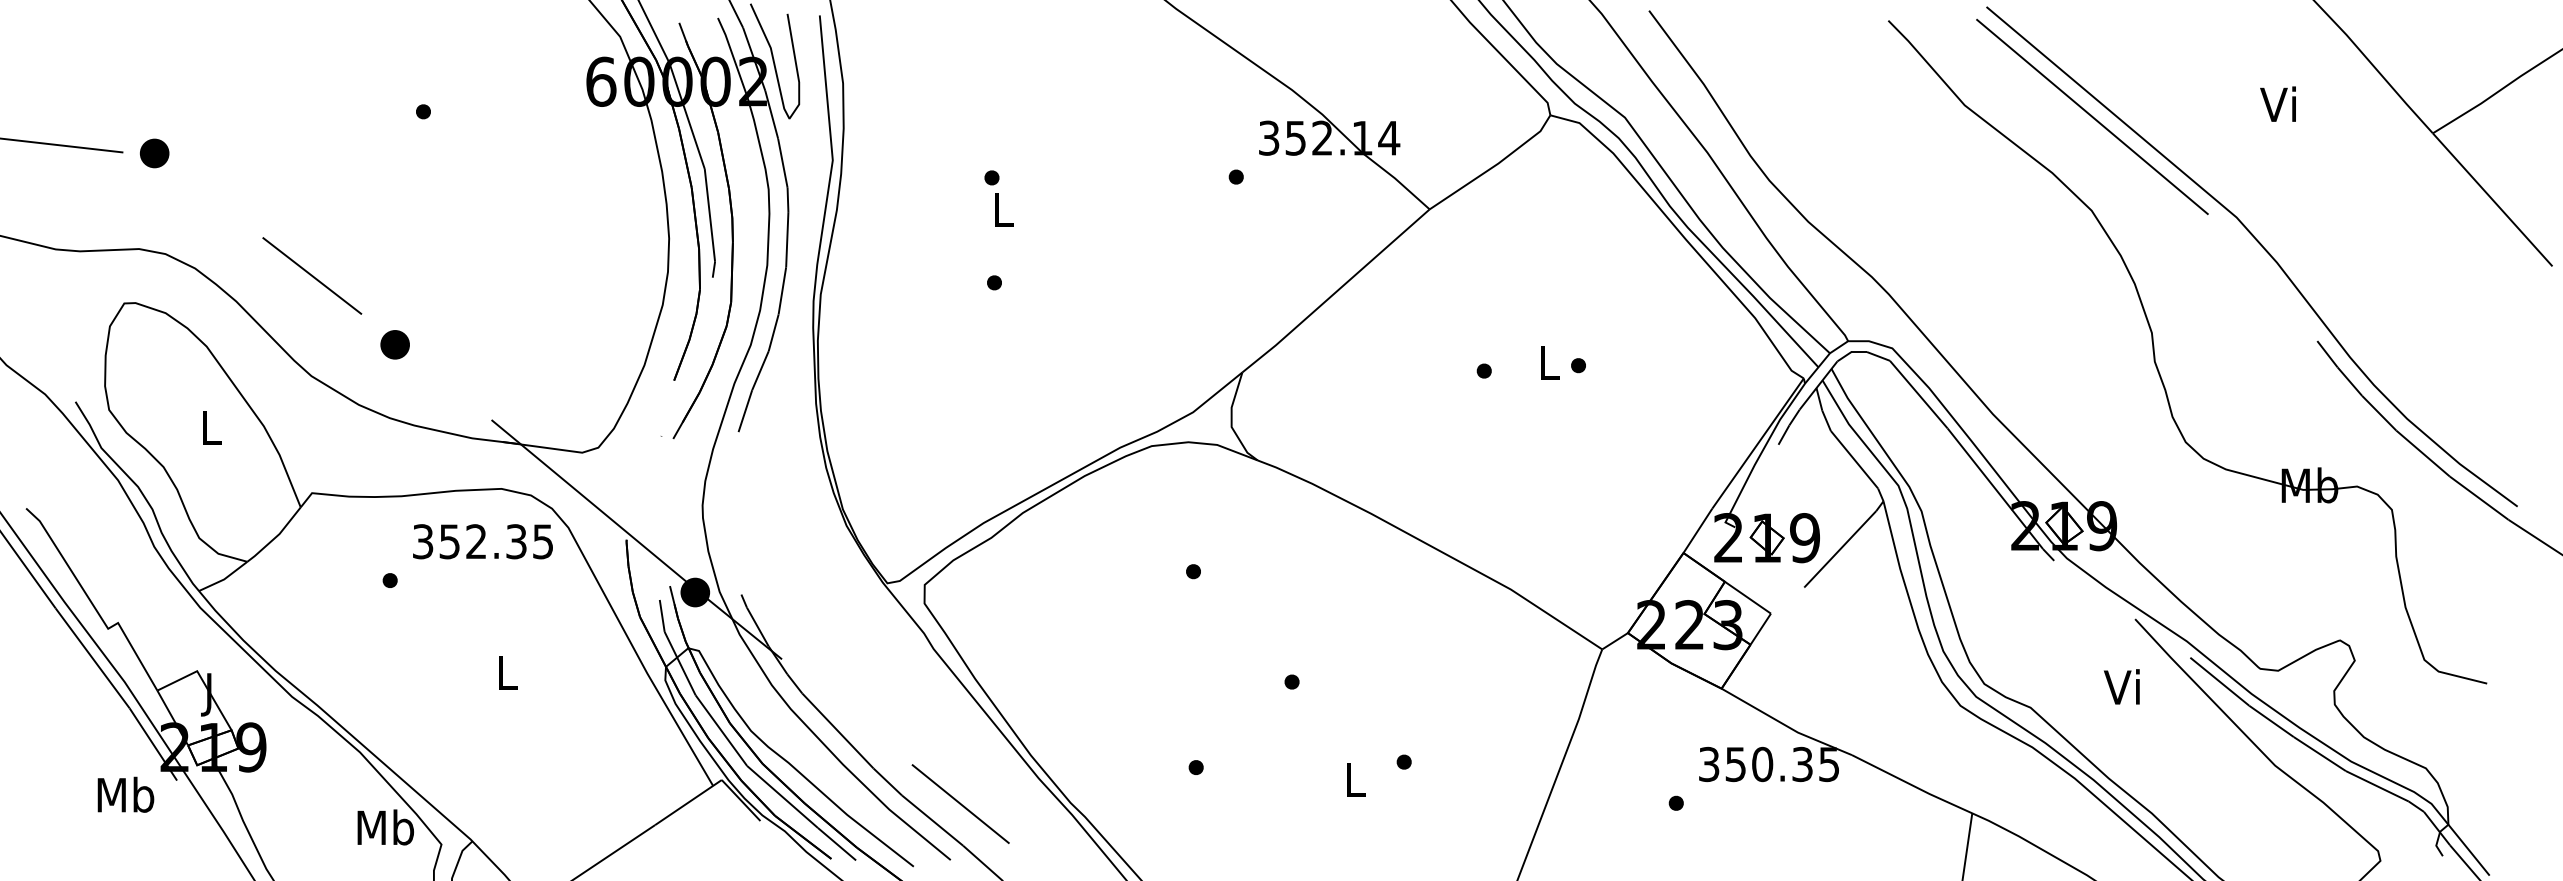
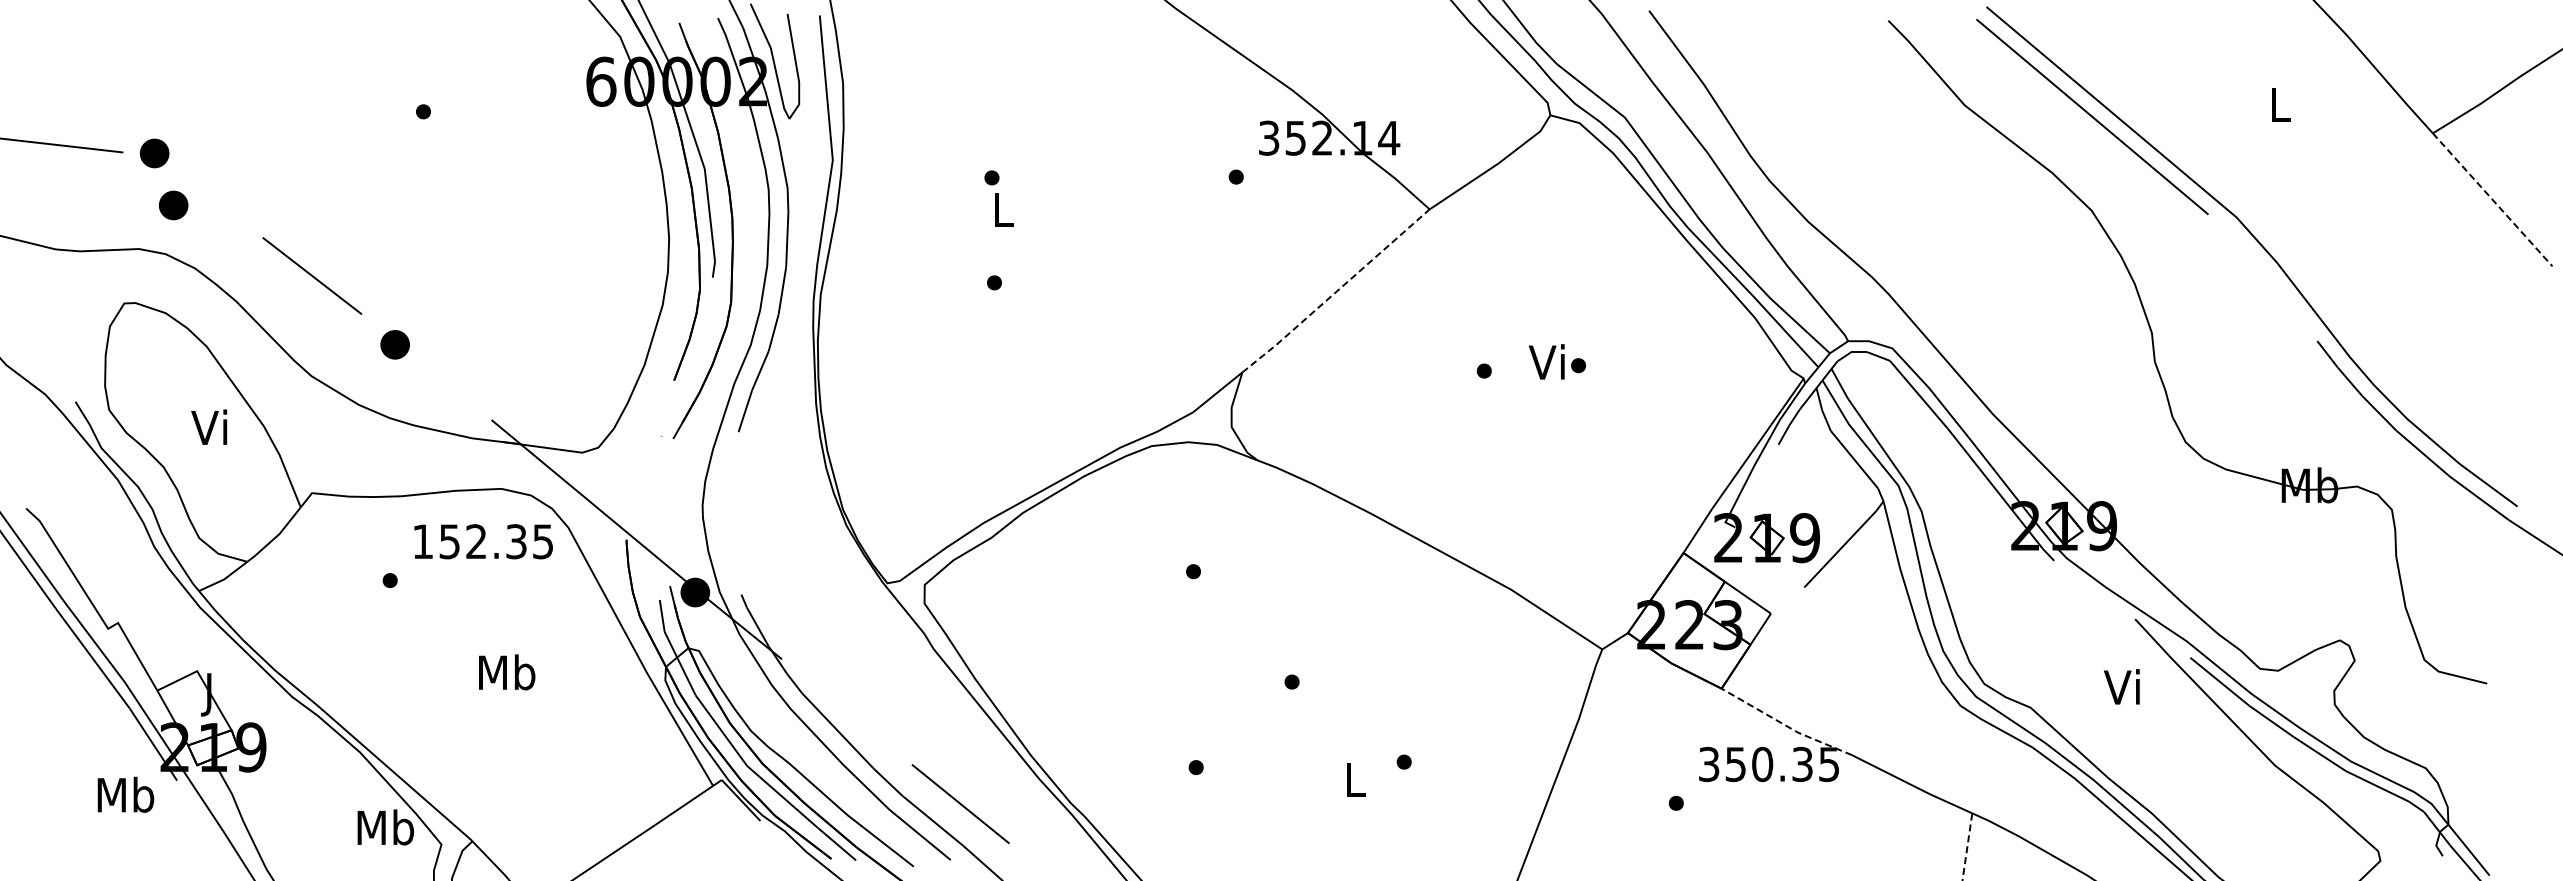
text at (2277, 103): Vi -> L
line at (2493, 200): solid -> dashed
part at (173, 205): none -> present
line at (1336, 291): solid -> dashed
text at (1546, 361): L -> Vi
text at (209, 426): L -> Vi
text at (423, 541): 352.35 -> 152.35
text at (507, 672): L -> Mb
line at (1785, 725): solid -> dashed
line at (1967, 846): solid -> dashed
